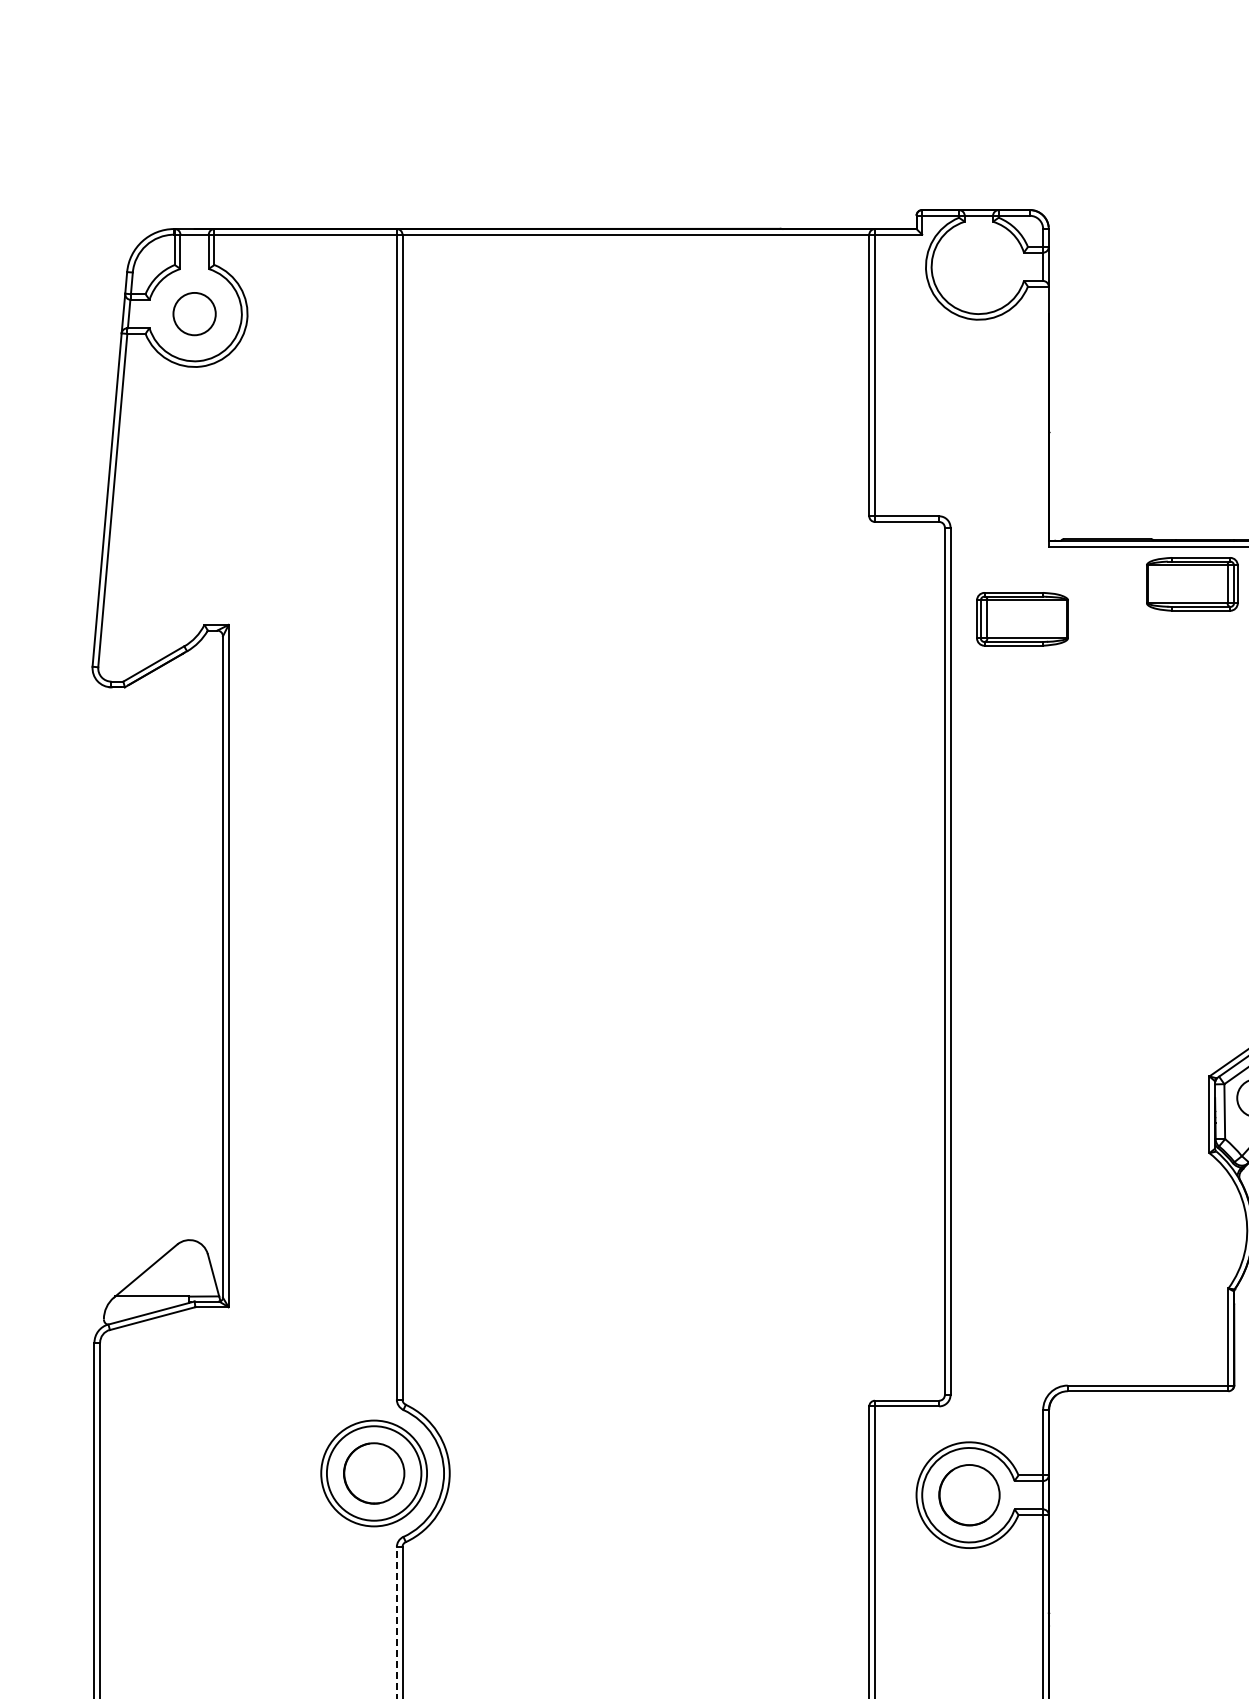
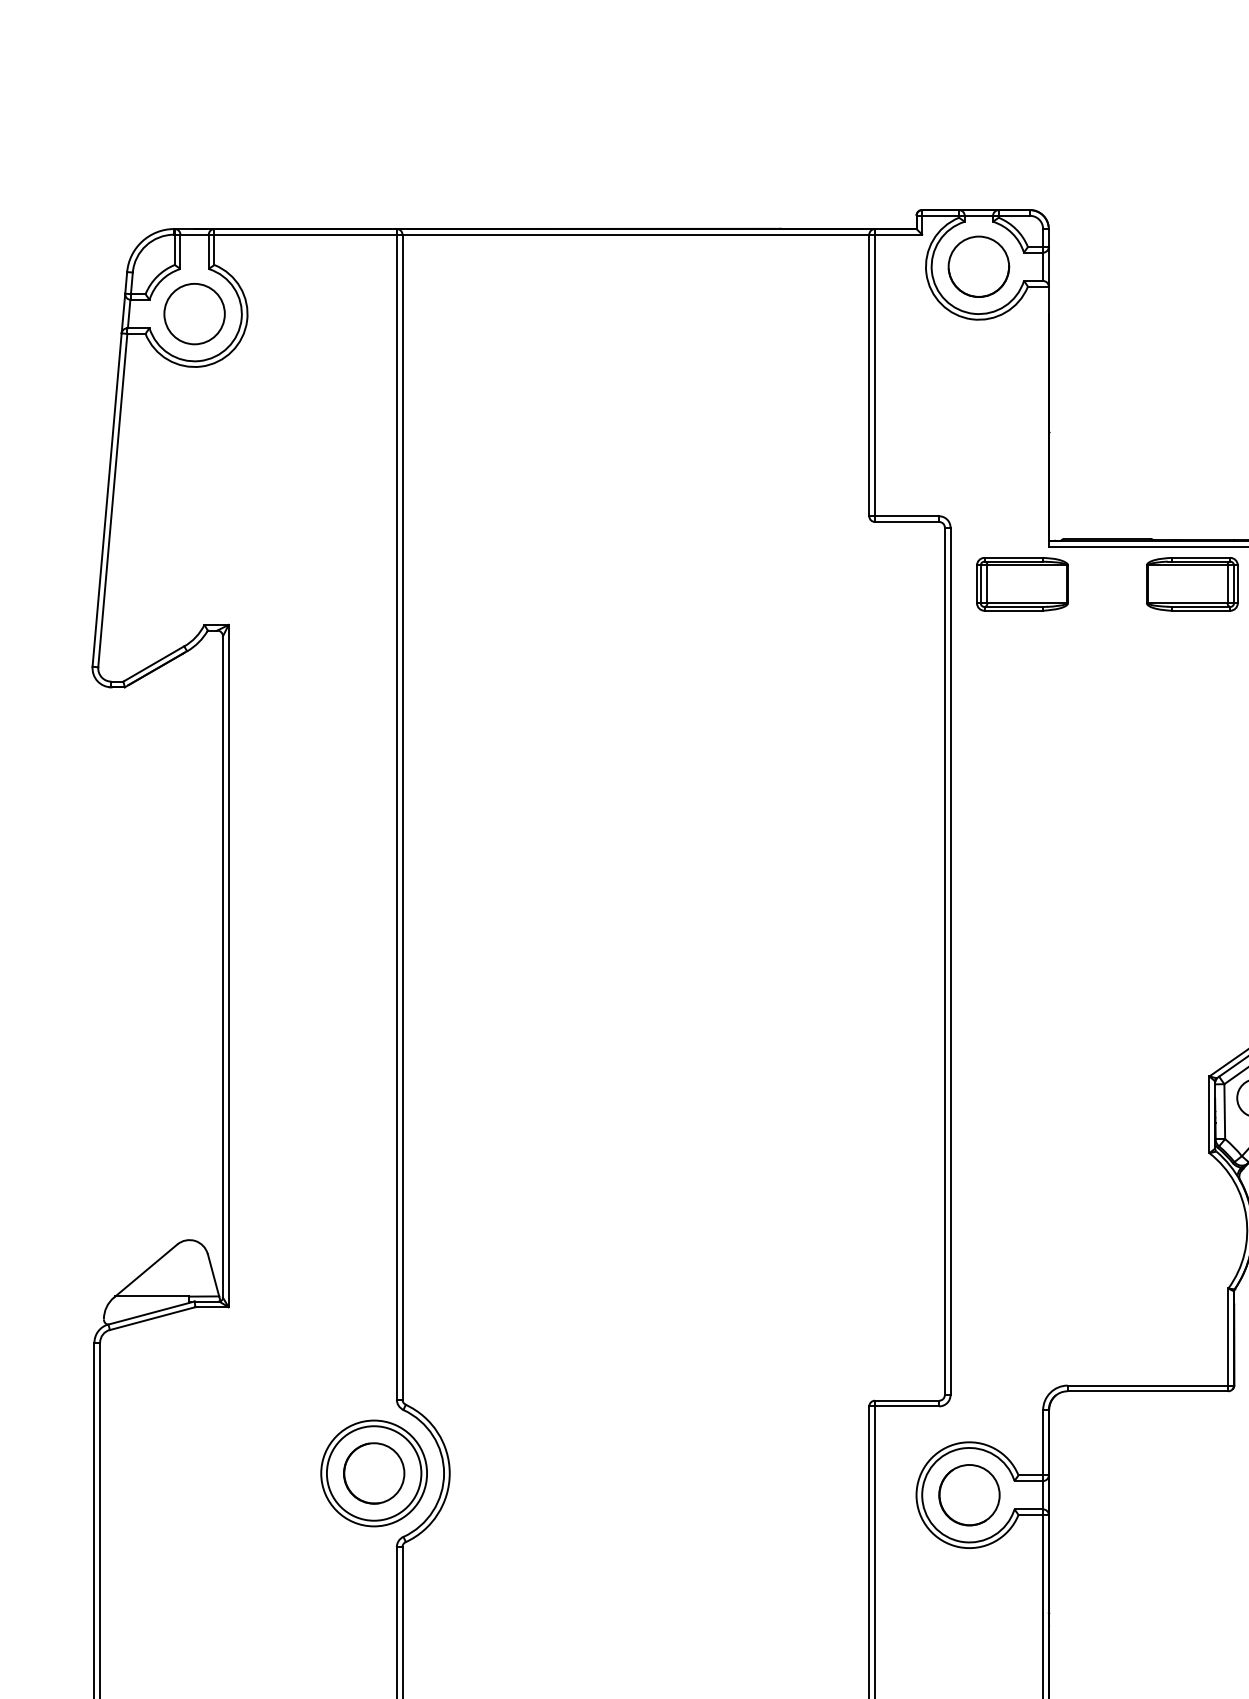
part at (978, 266): none -> present
circle at (194, 313) diameter: 42 px -> 60 px
part at (1022, 619) position: (1022, 619) -> (1022, 584)
line at (396, 1623): dashed -> solid
